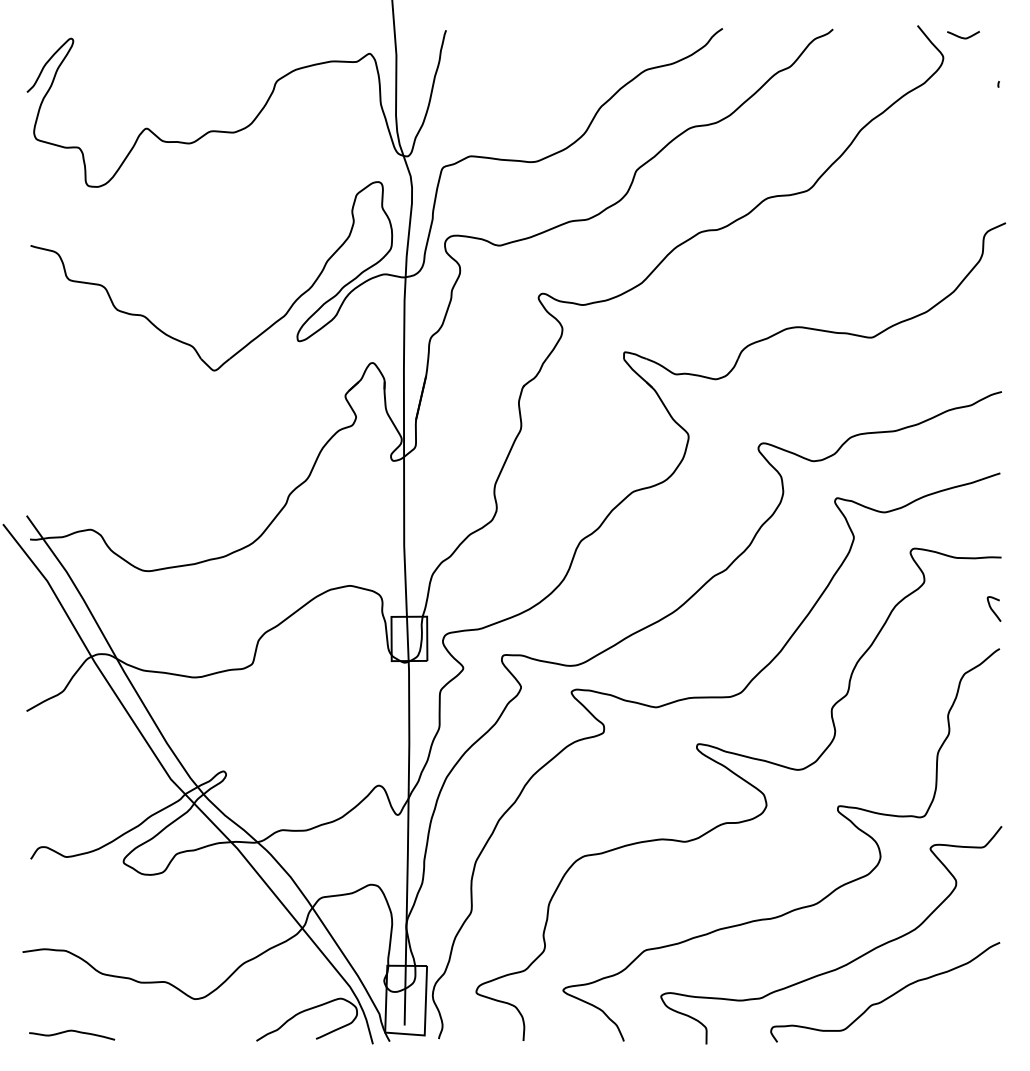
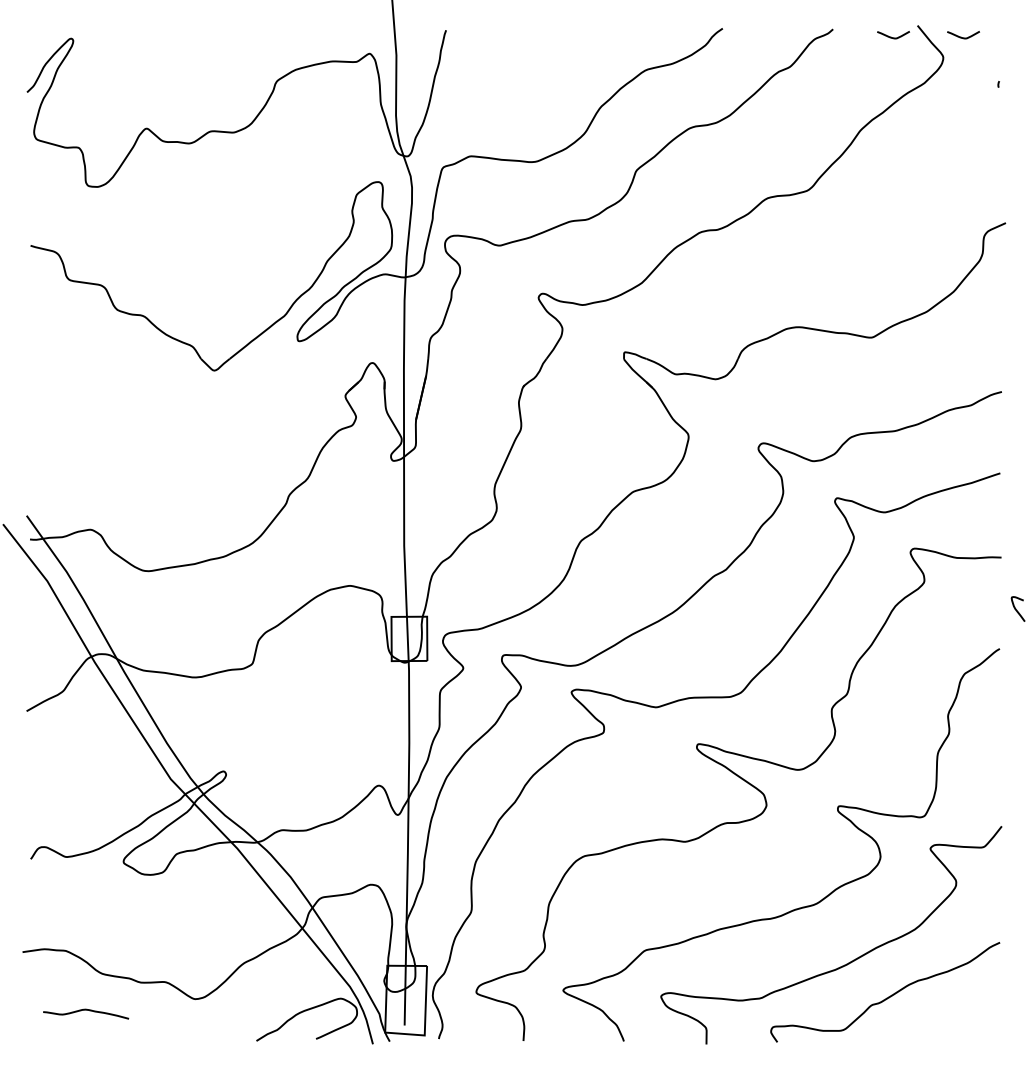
curve at (893, 37): none -> present
curve at (992, 608) position: (992, 608) -> (1016, 608)
curve at (72, 1031) position: (72, 1031) -> (86, 1010)
